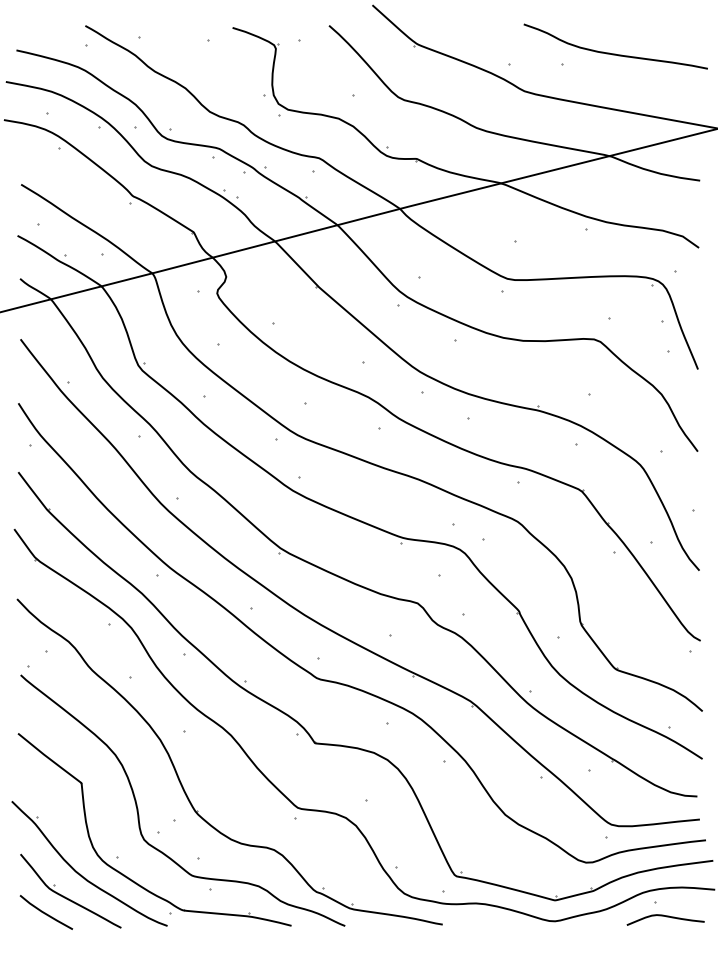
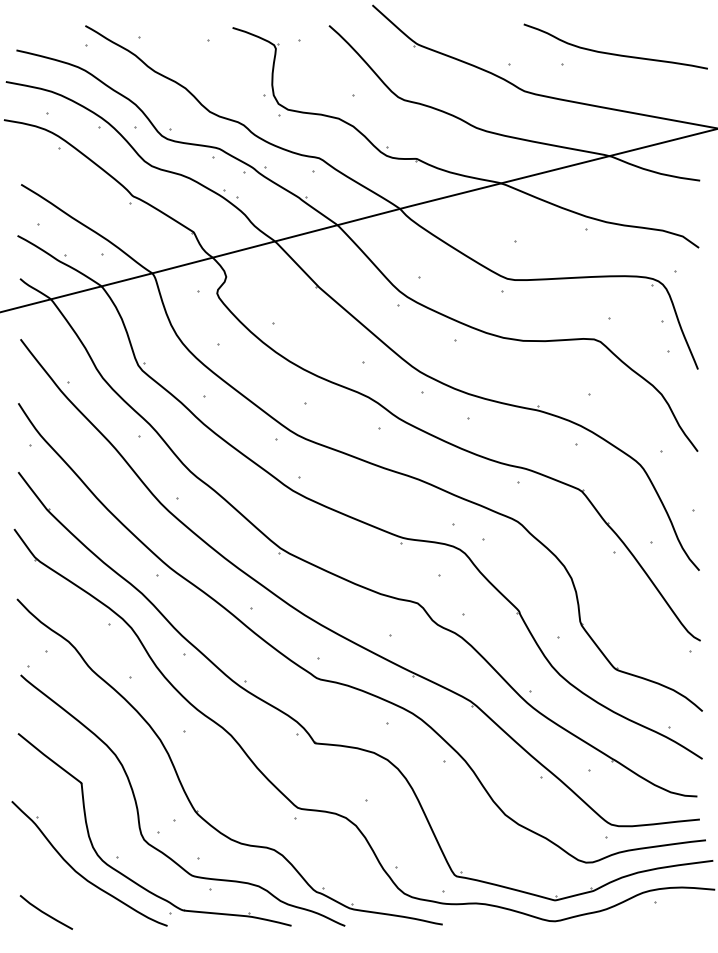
part at (67, 897): present -> none
curve at (666, 917): present -> none
